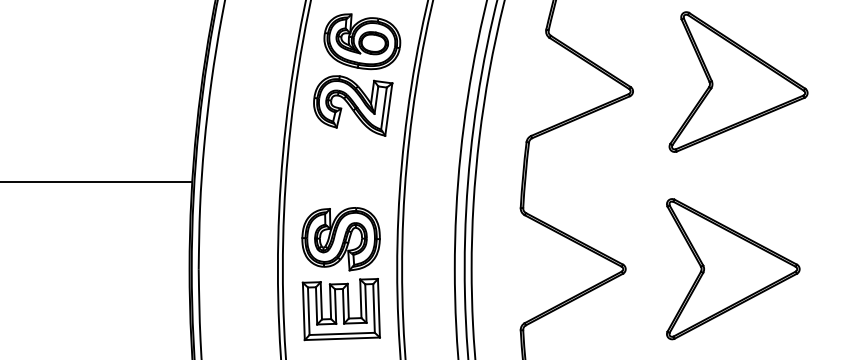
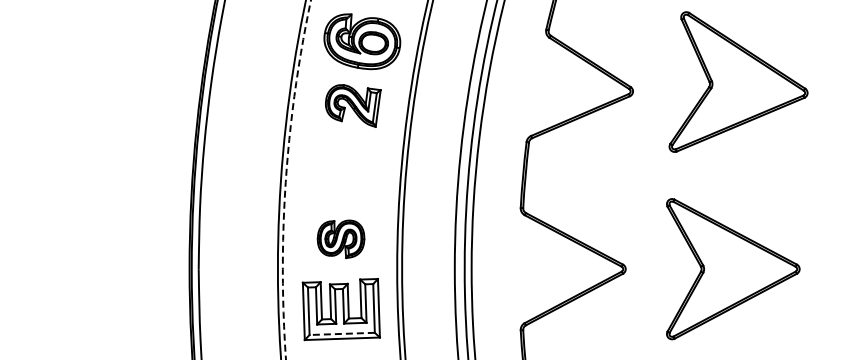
part at (353, 105) size: 81x62 px -> 57x44 px
arc at (285, 179): solid -> dashed
line at (97, 182): present -> none
part at (340, 239) size: 80x65 px -> 50x41 px
line at (342, 333): solid -> dashed
